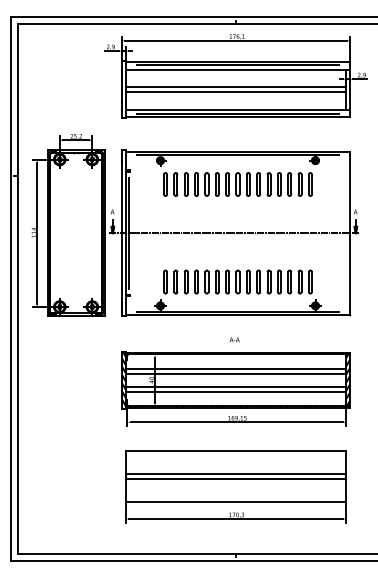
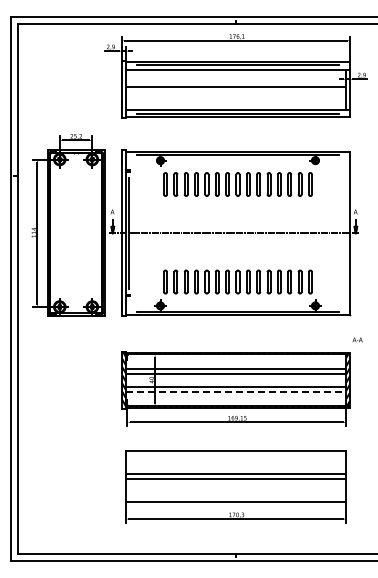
line at (235, 92): present -> none
text at (234, 339) position: (234, 339) -> (357, 339)
line at (236, 391): solid -> dashed
